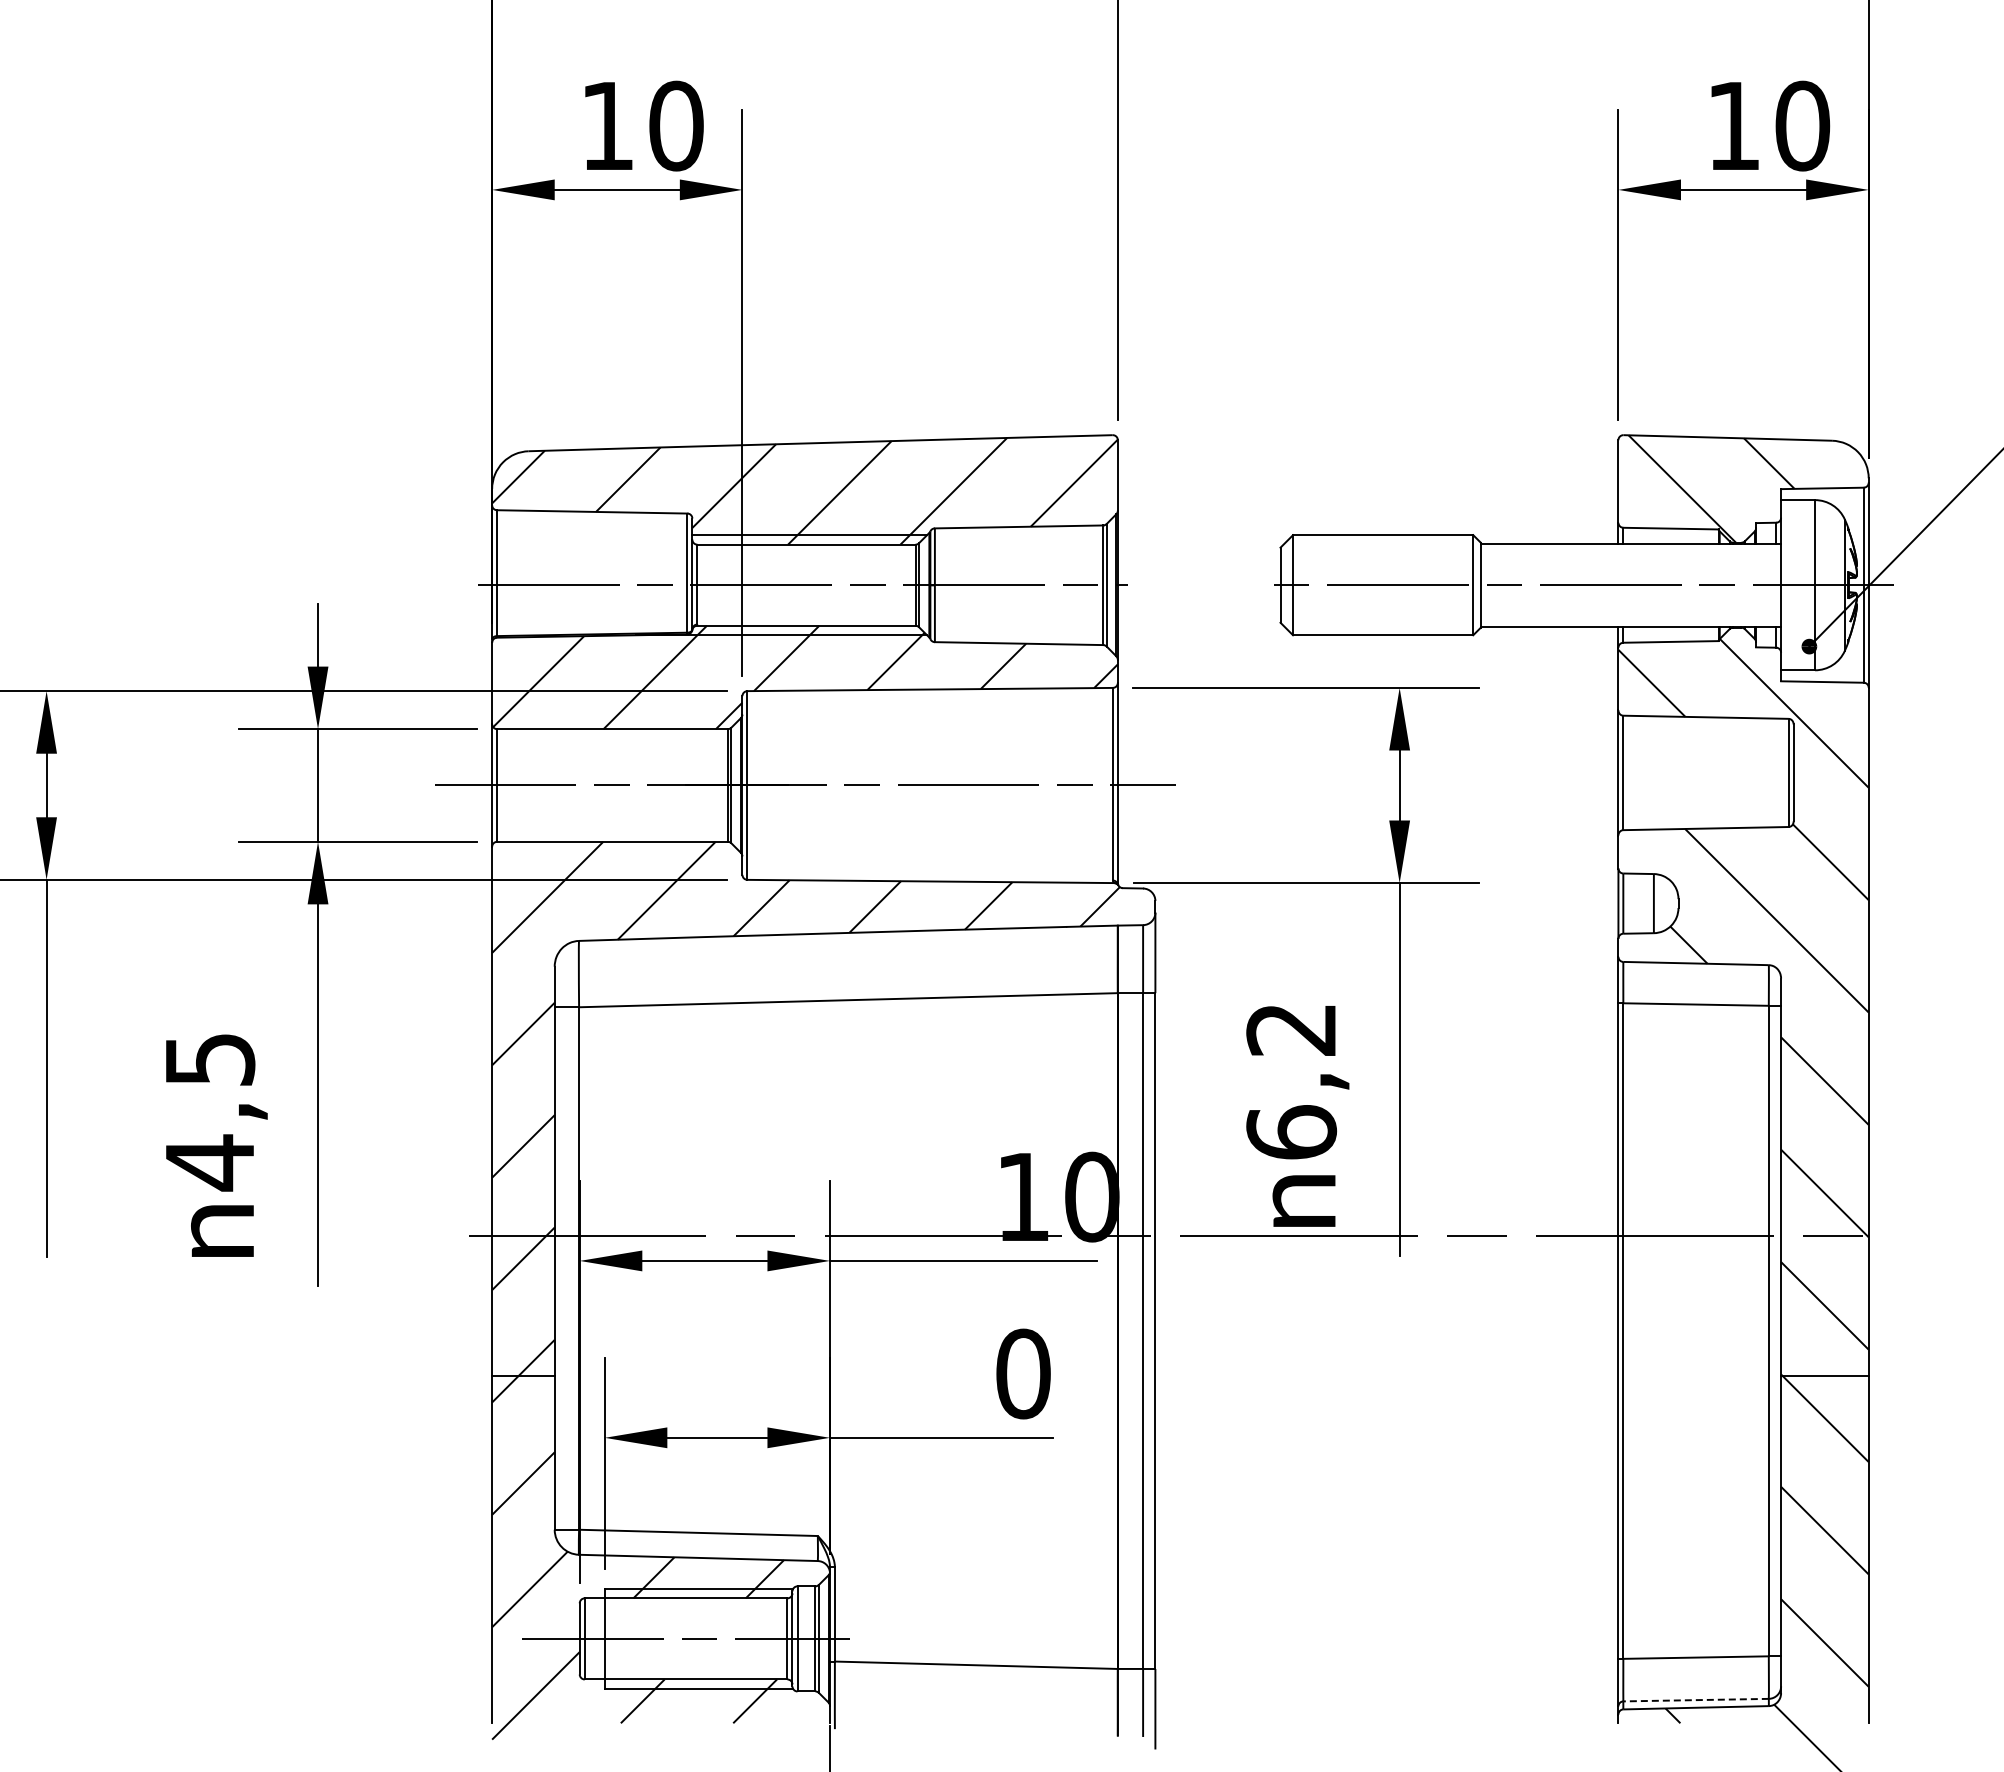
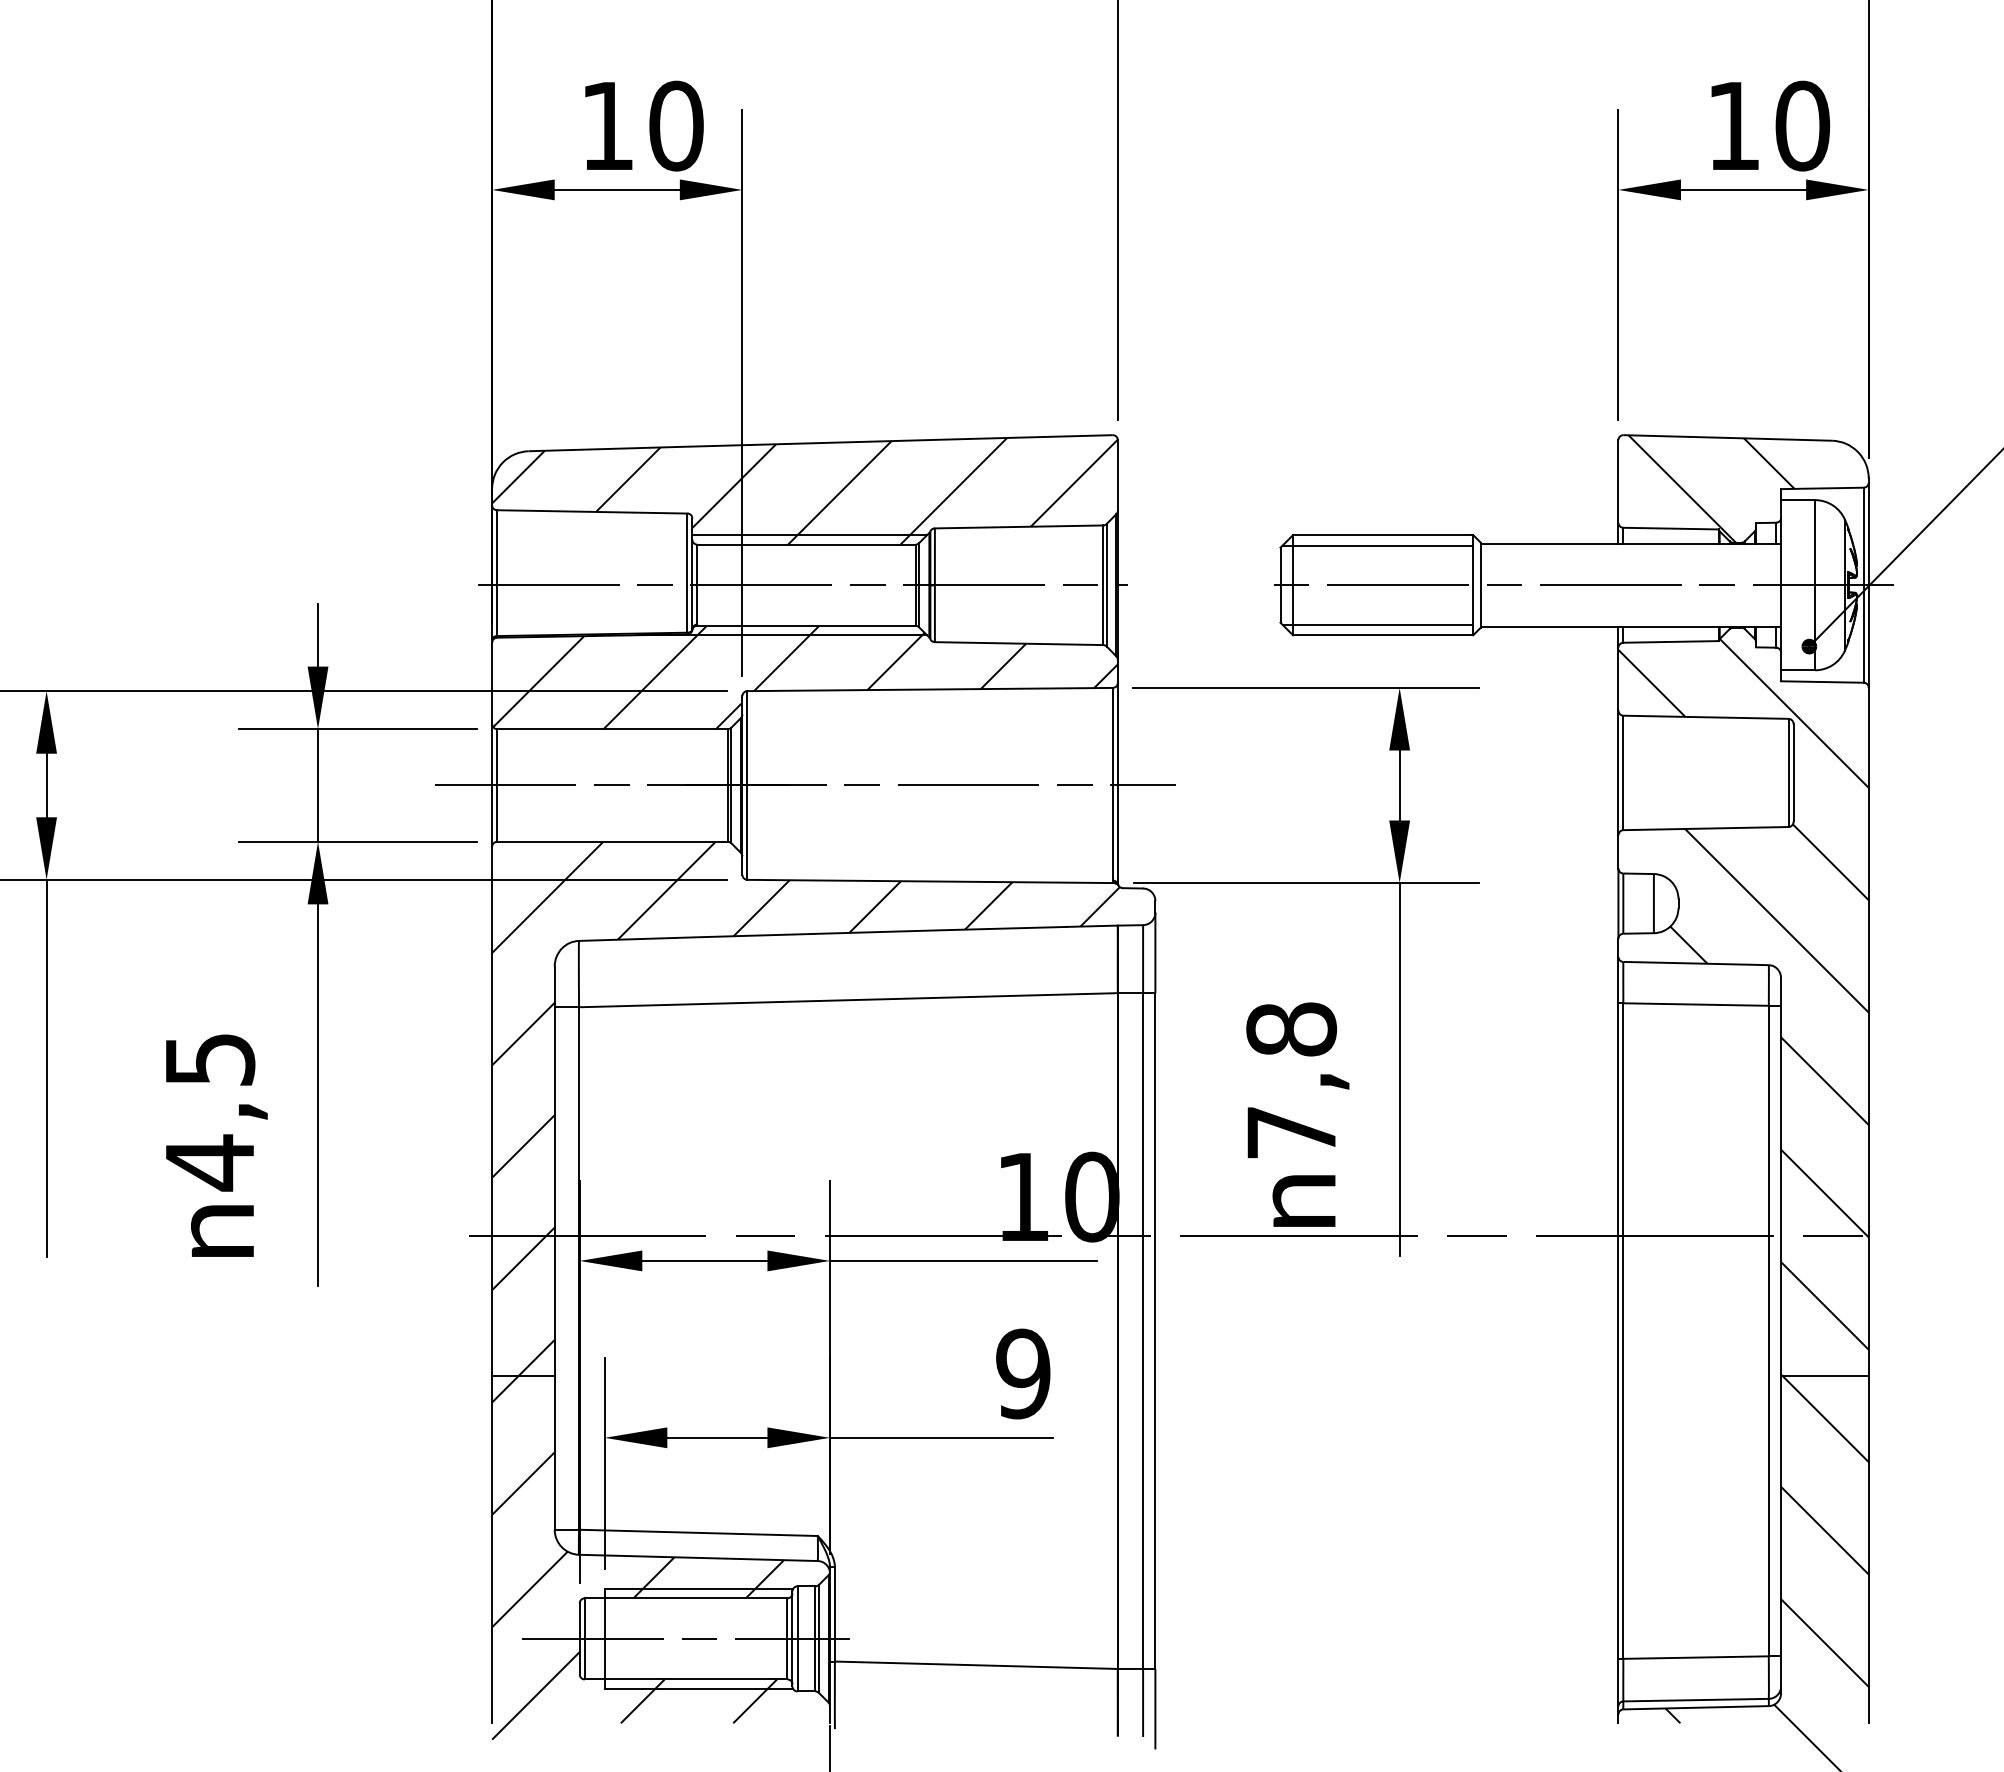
line at (1377, 545): none -> present
line at (1377, 624): none -> present
text at (1291, 1080): 6,2 -> 7,8
text at (1023, 1373): 0 -> 9
line at (1696, 1700): dashed -> solid
